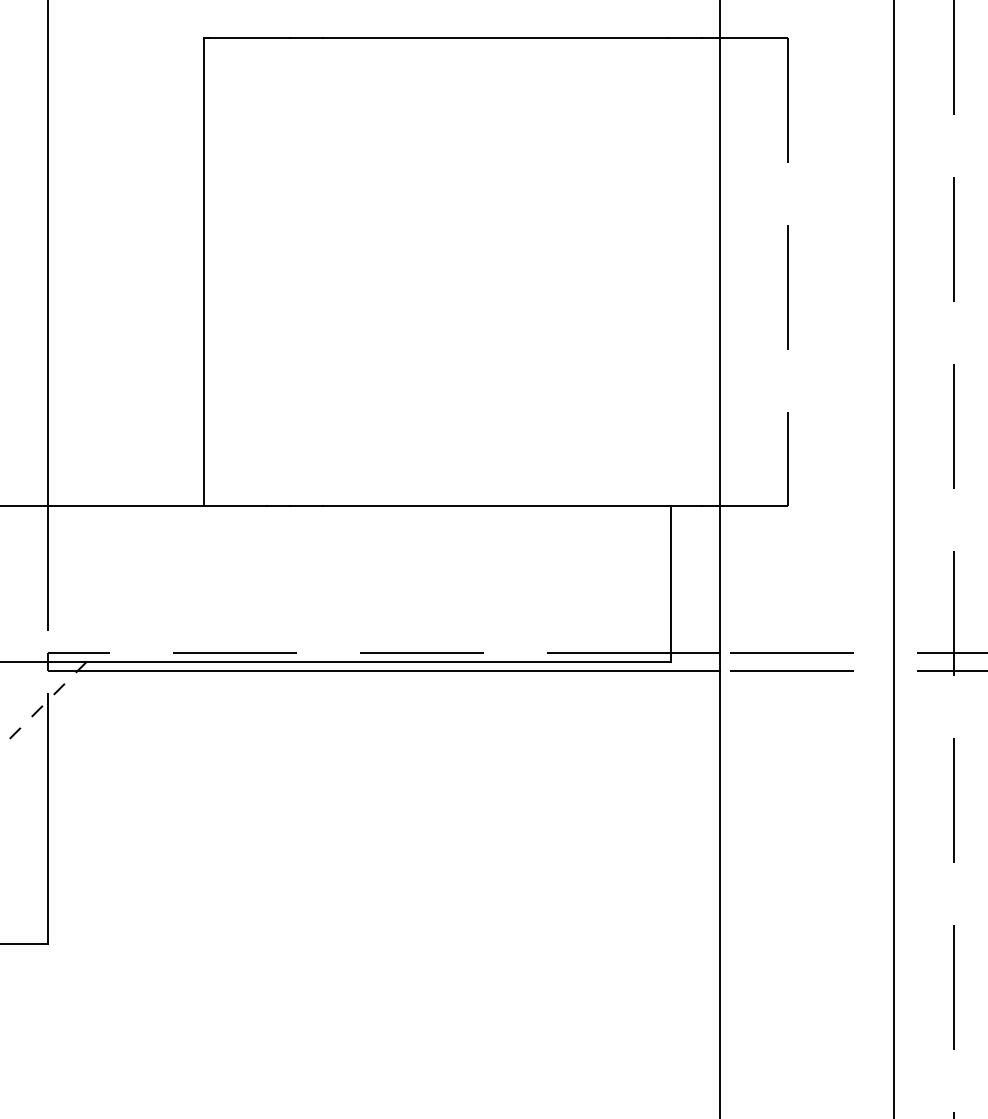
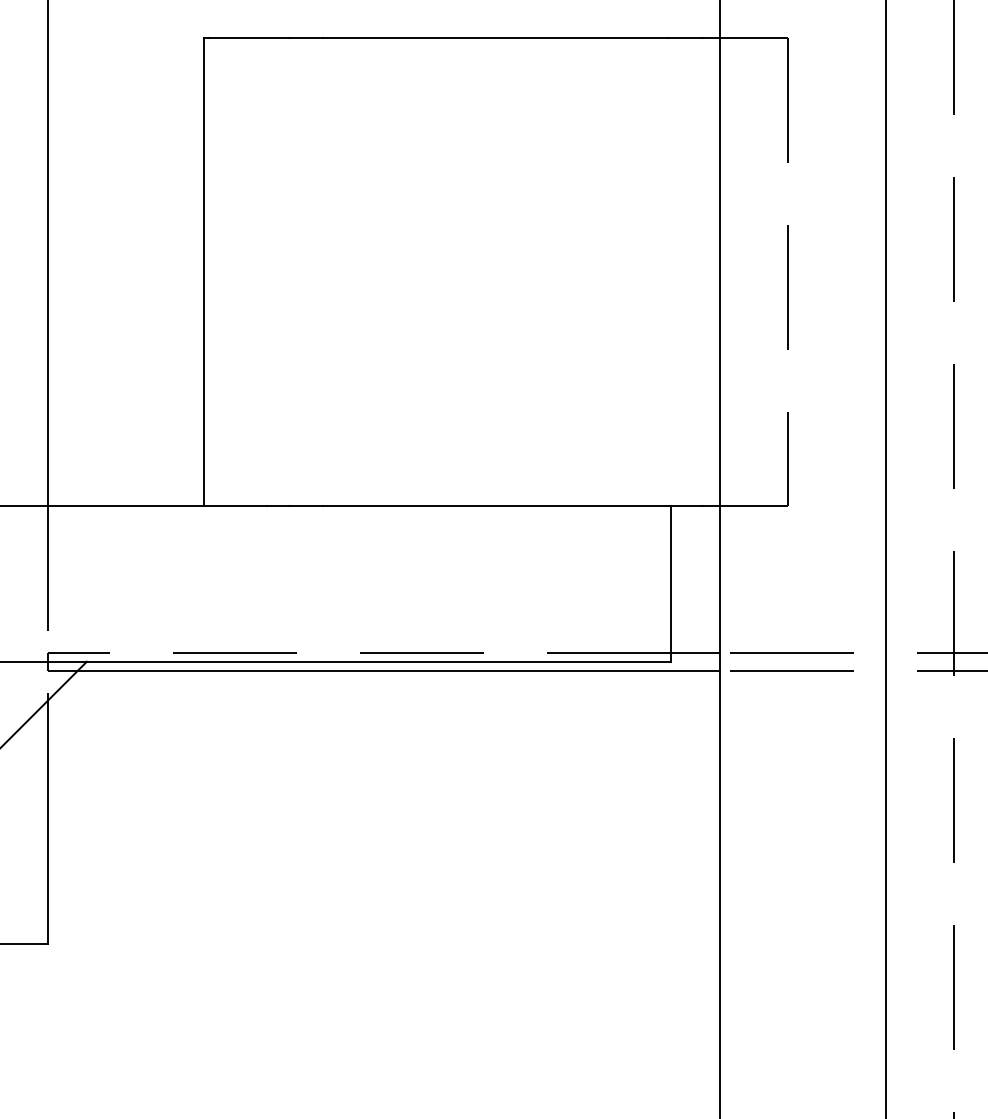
line at (893, 558) position: (893, 558) -> (885, 558)
line at (43, 704): dashed -> solid
